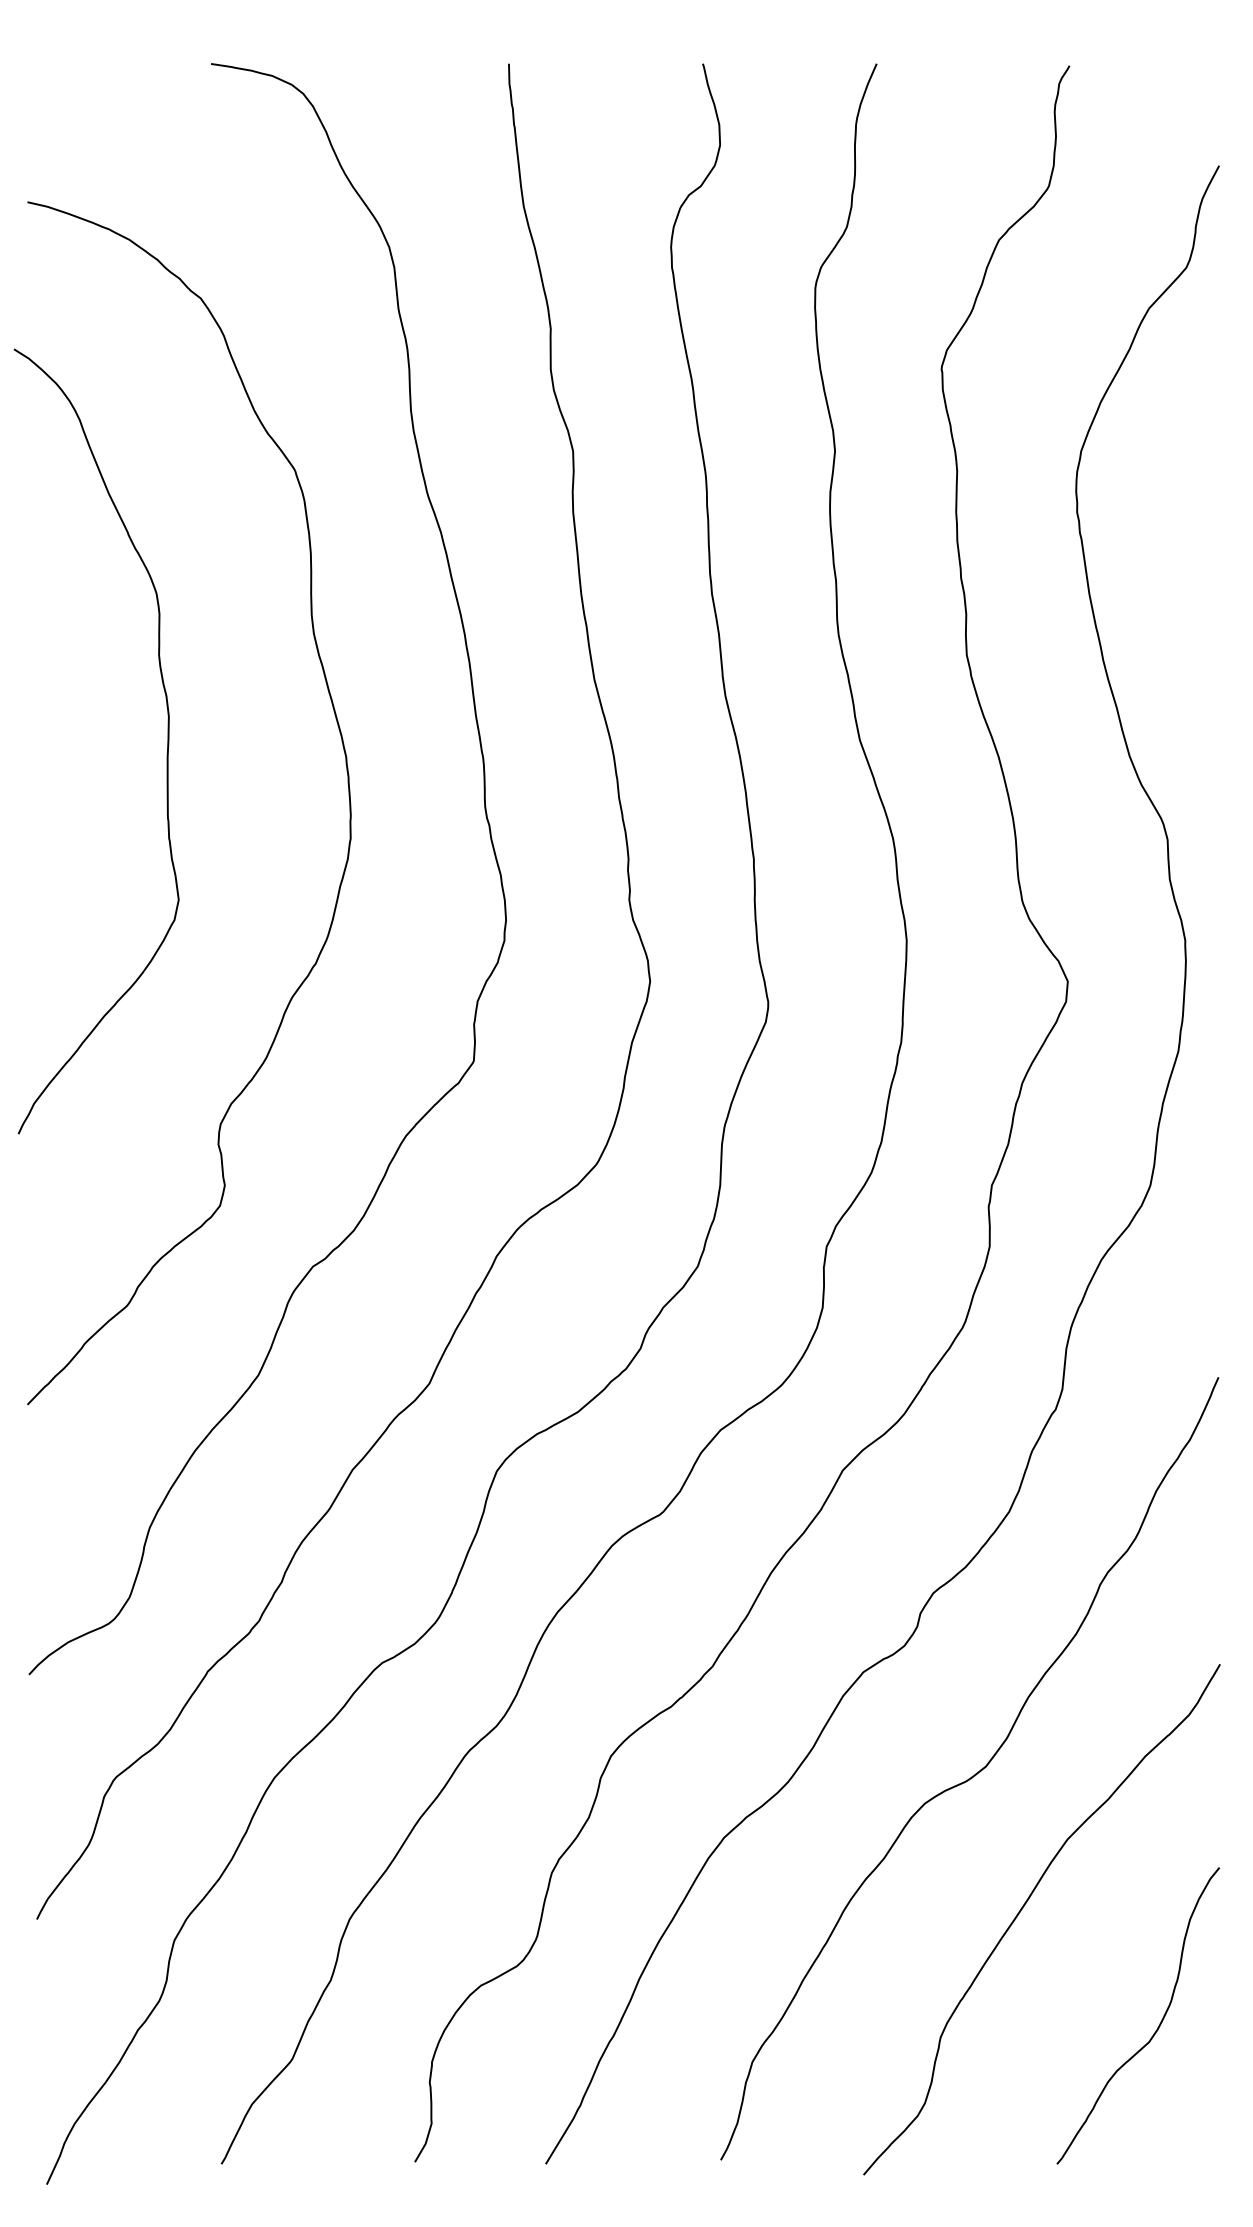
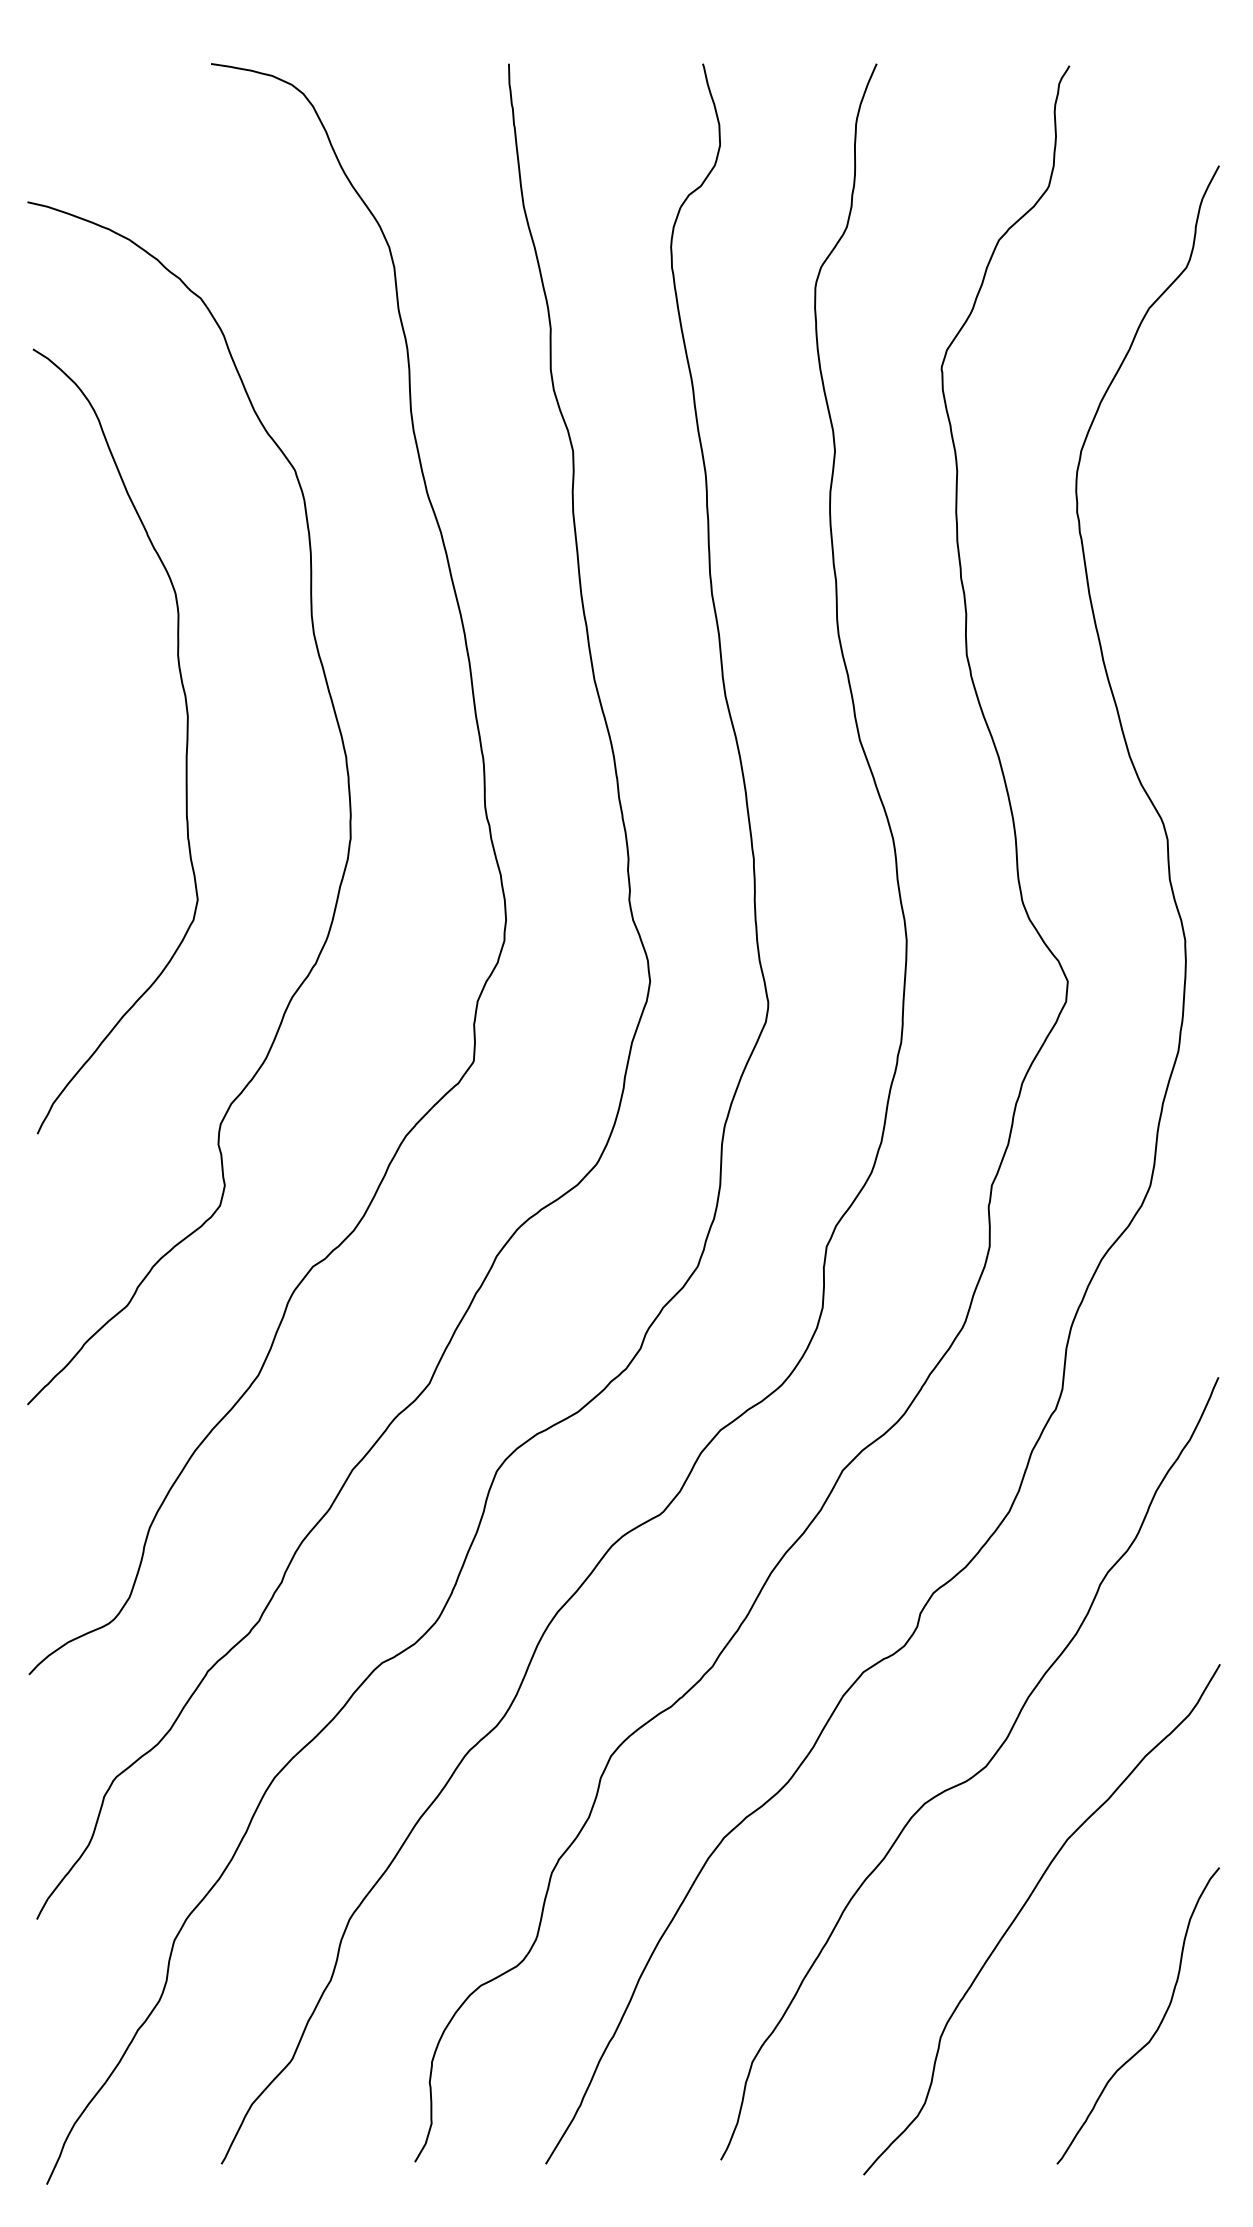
curve at (167, 741) position: (167, 741) -> (186, 741)
